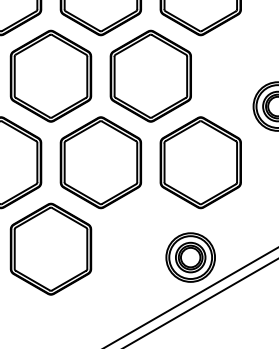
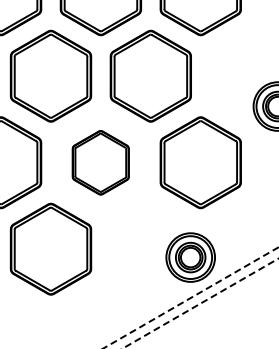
part at (100, 162) size: 83x94 px -> 59x66 px
line at (190, 297): solid -> dashed
line at (201, 303): solid -> dashed
